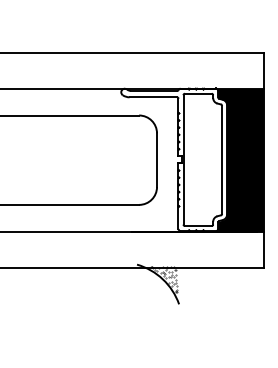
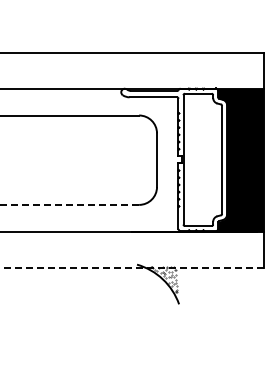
line at (69, 204): solid -> dashed
line at (132, 267): solid -> dashed
